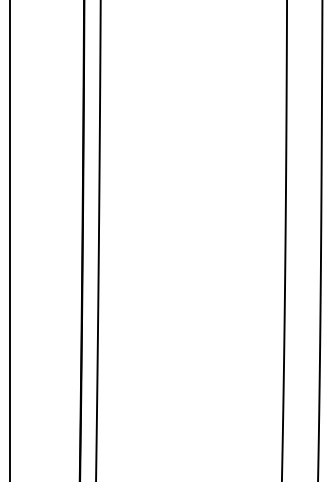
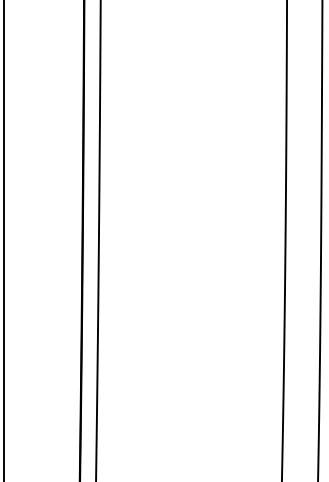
line at (10, 240) position: (10, 240) -> (4, 240)
